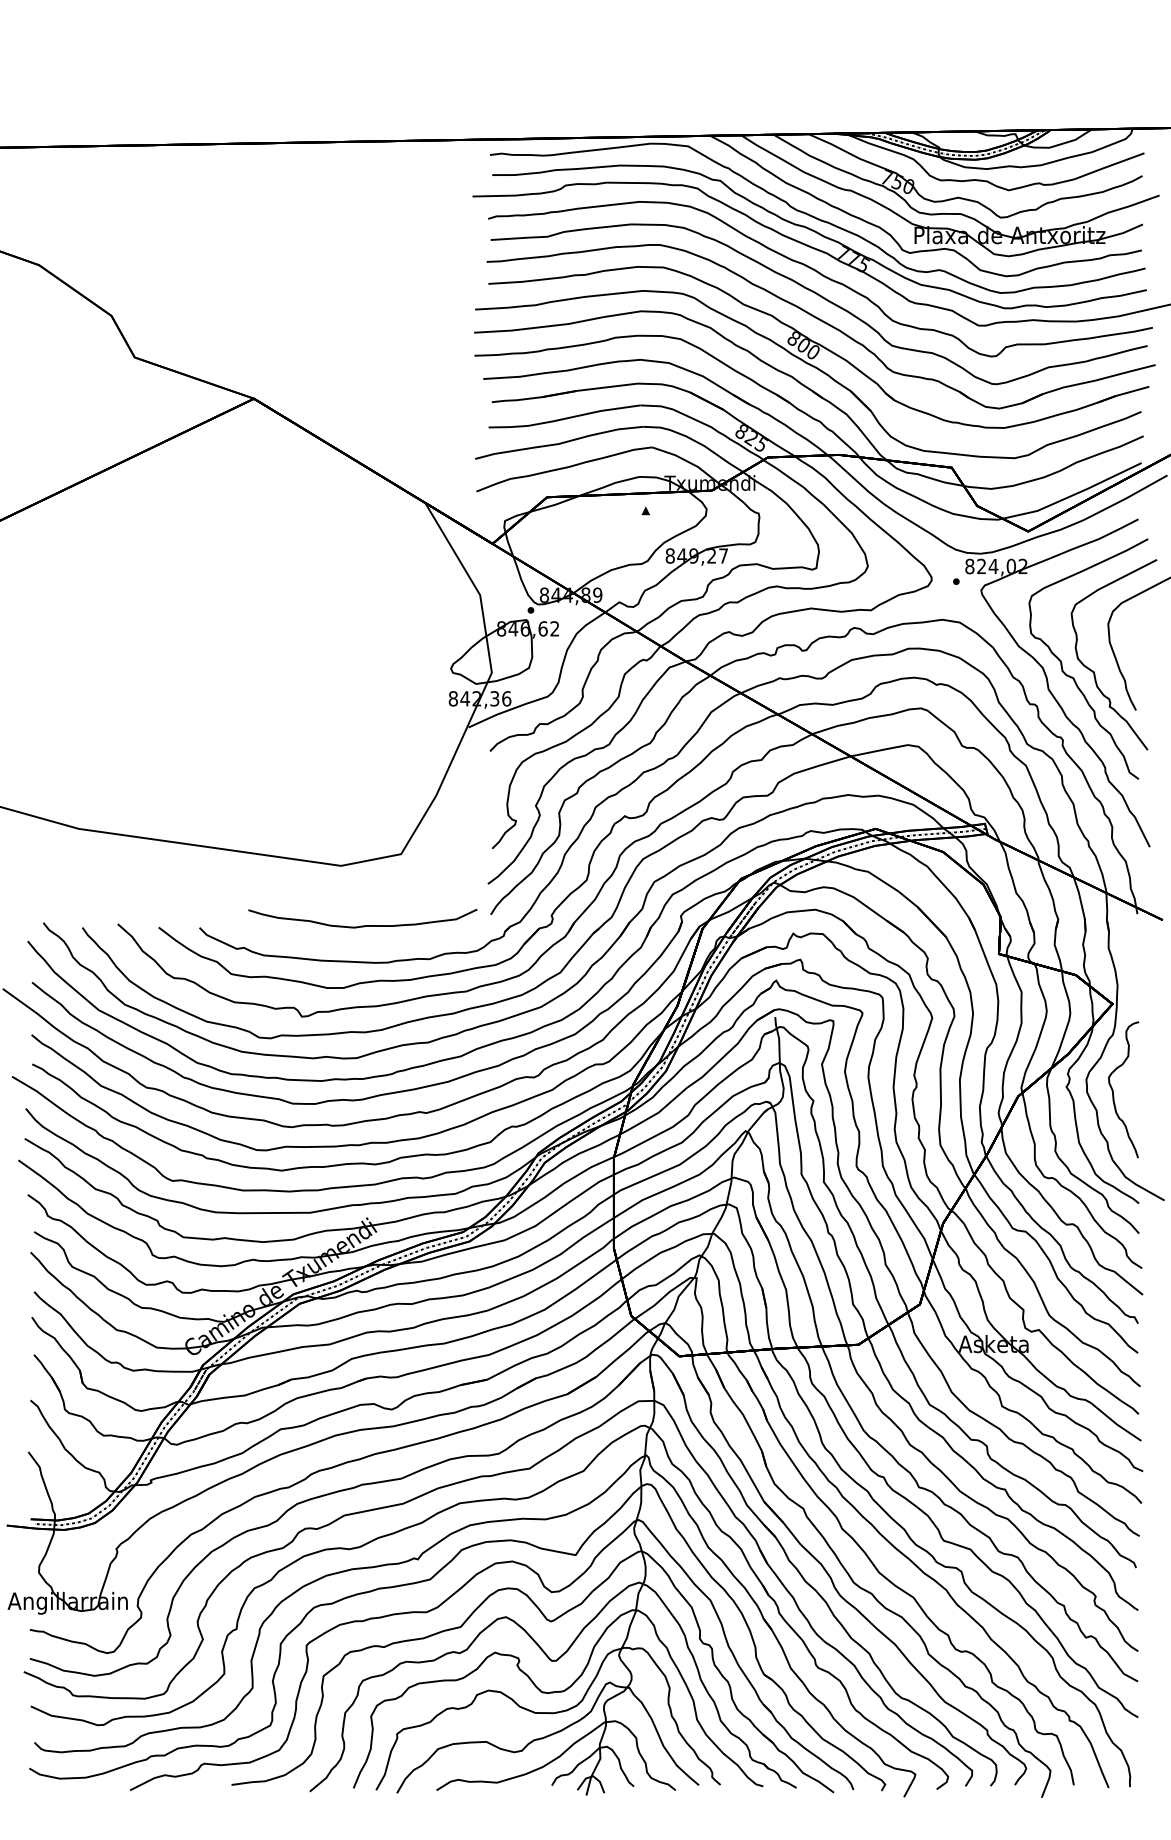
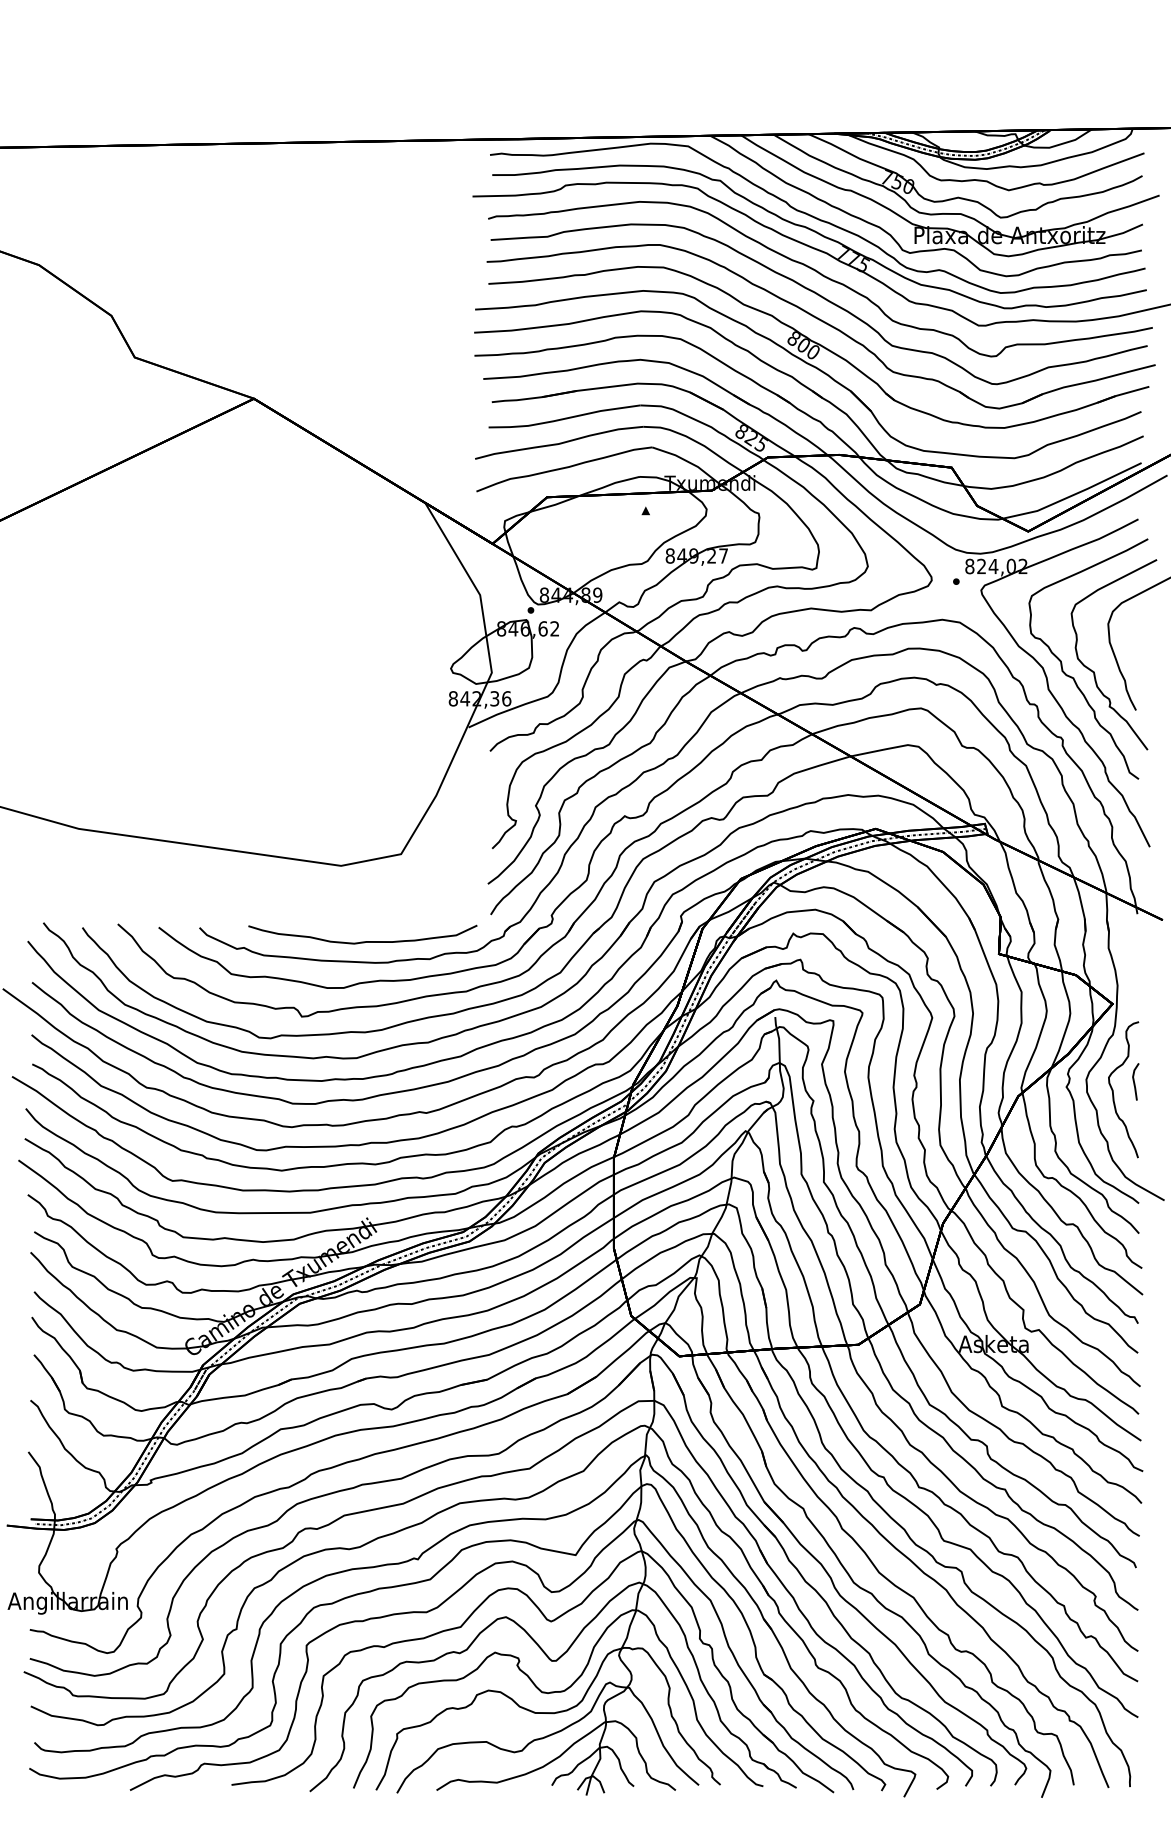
curve at (362, 925) position: (362, 925) -> (362, 941)
line at (1134, 1081): none -> present
